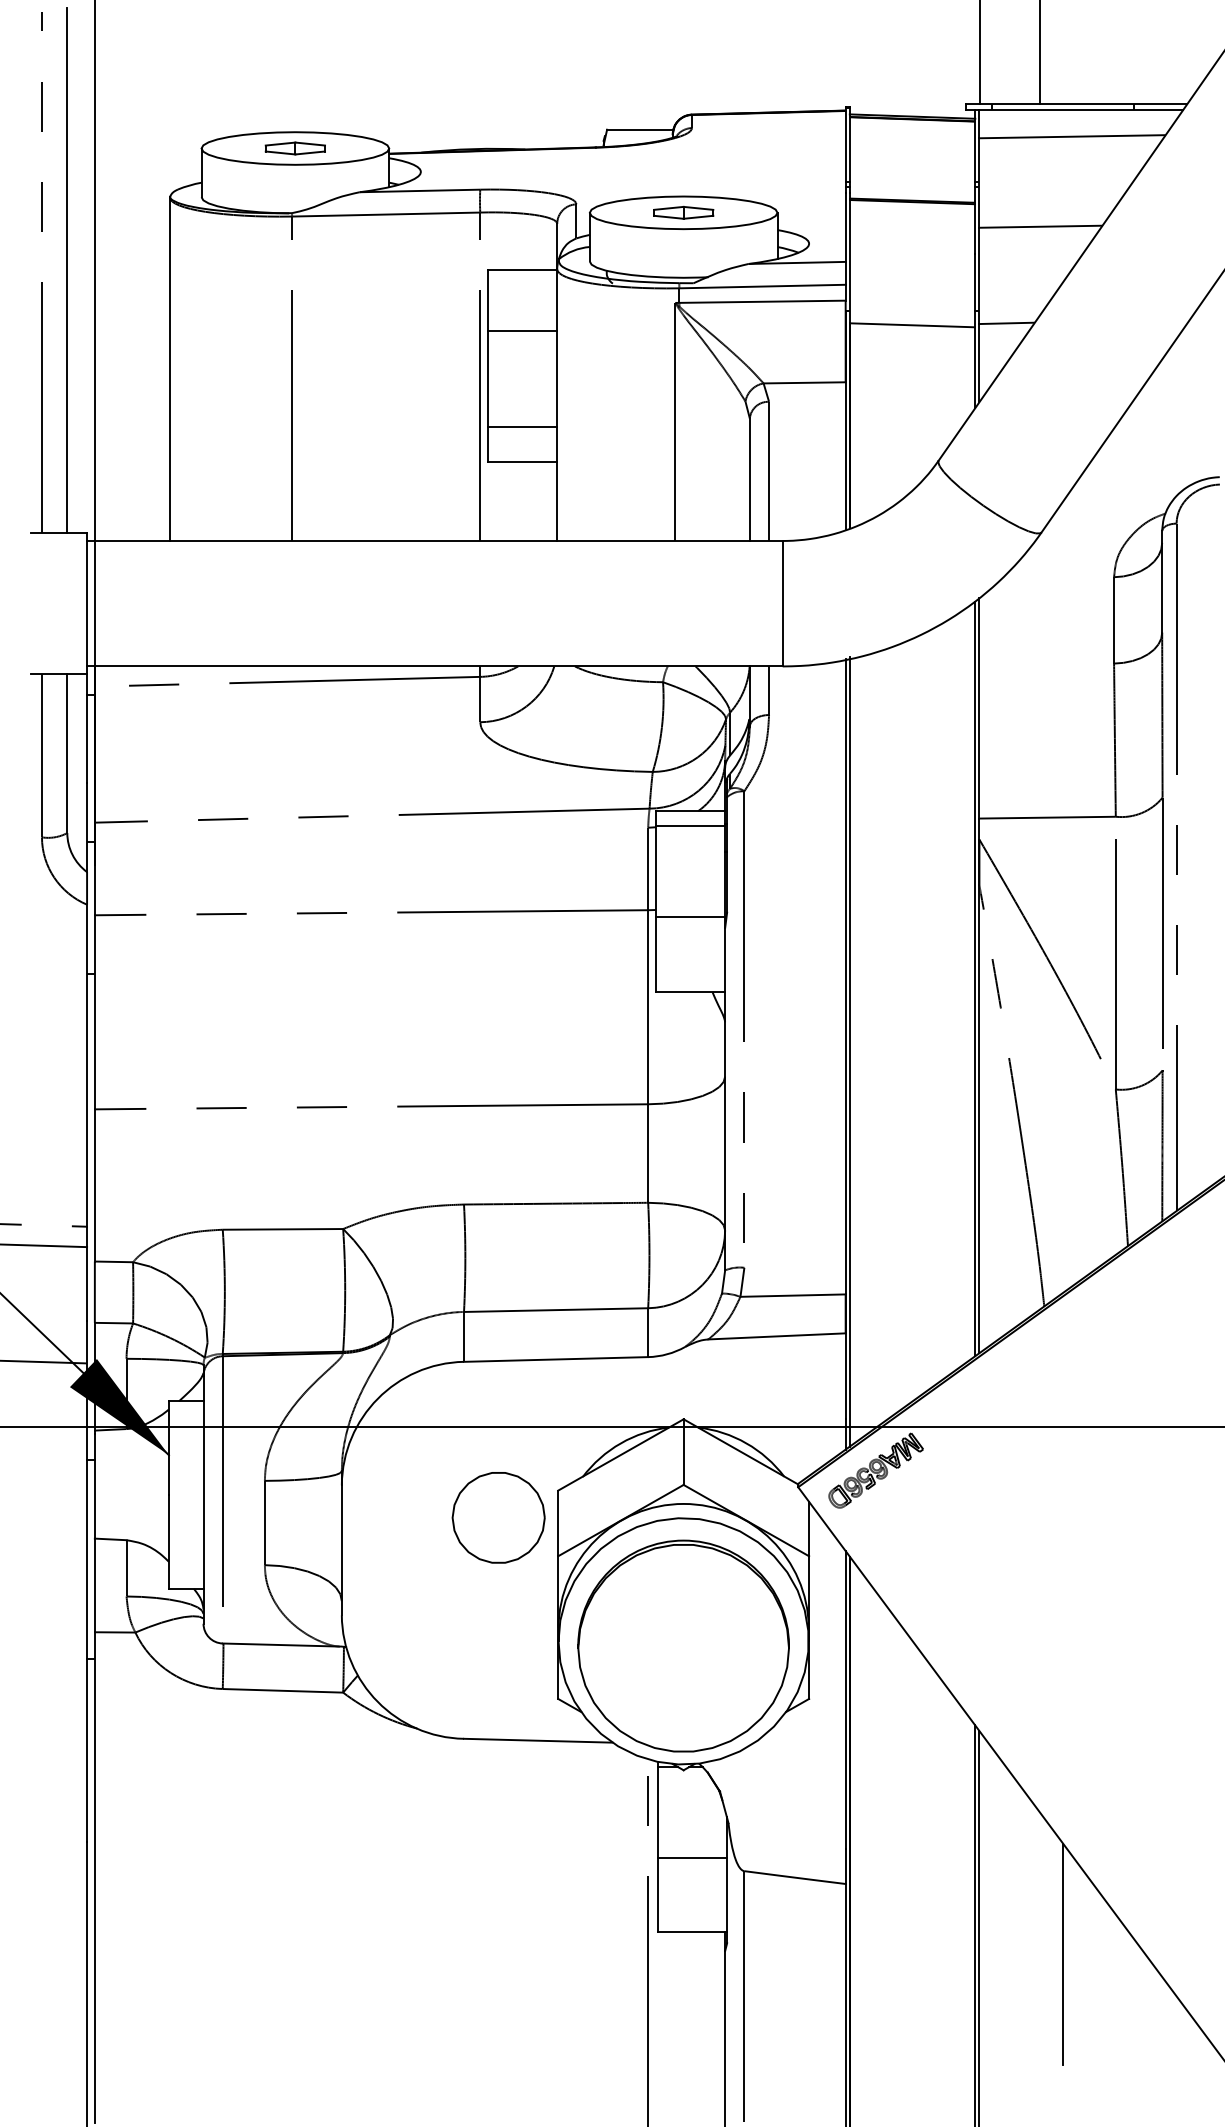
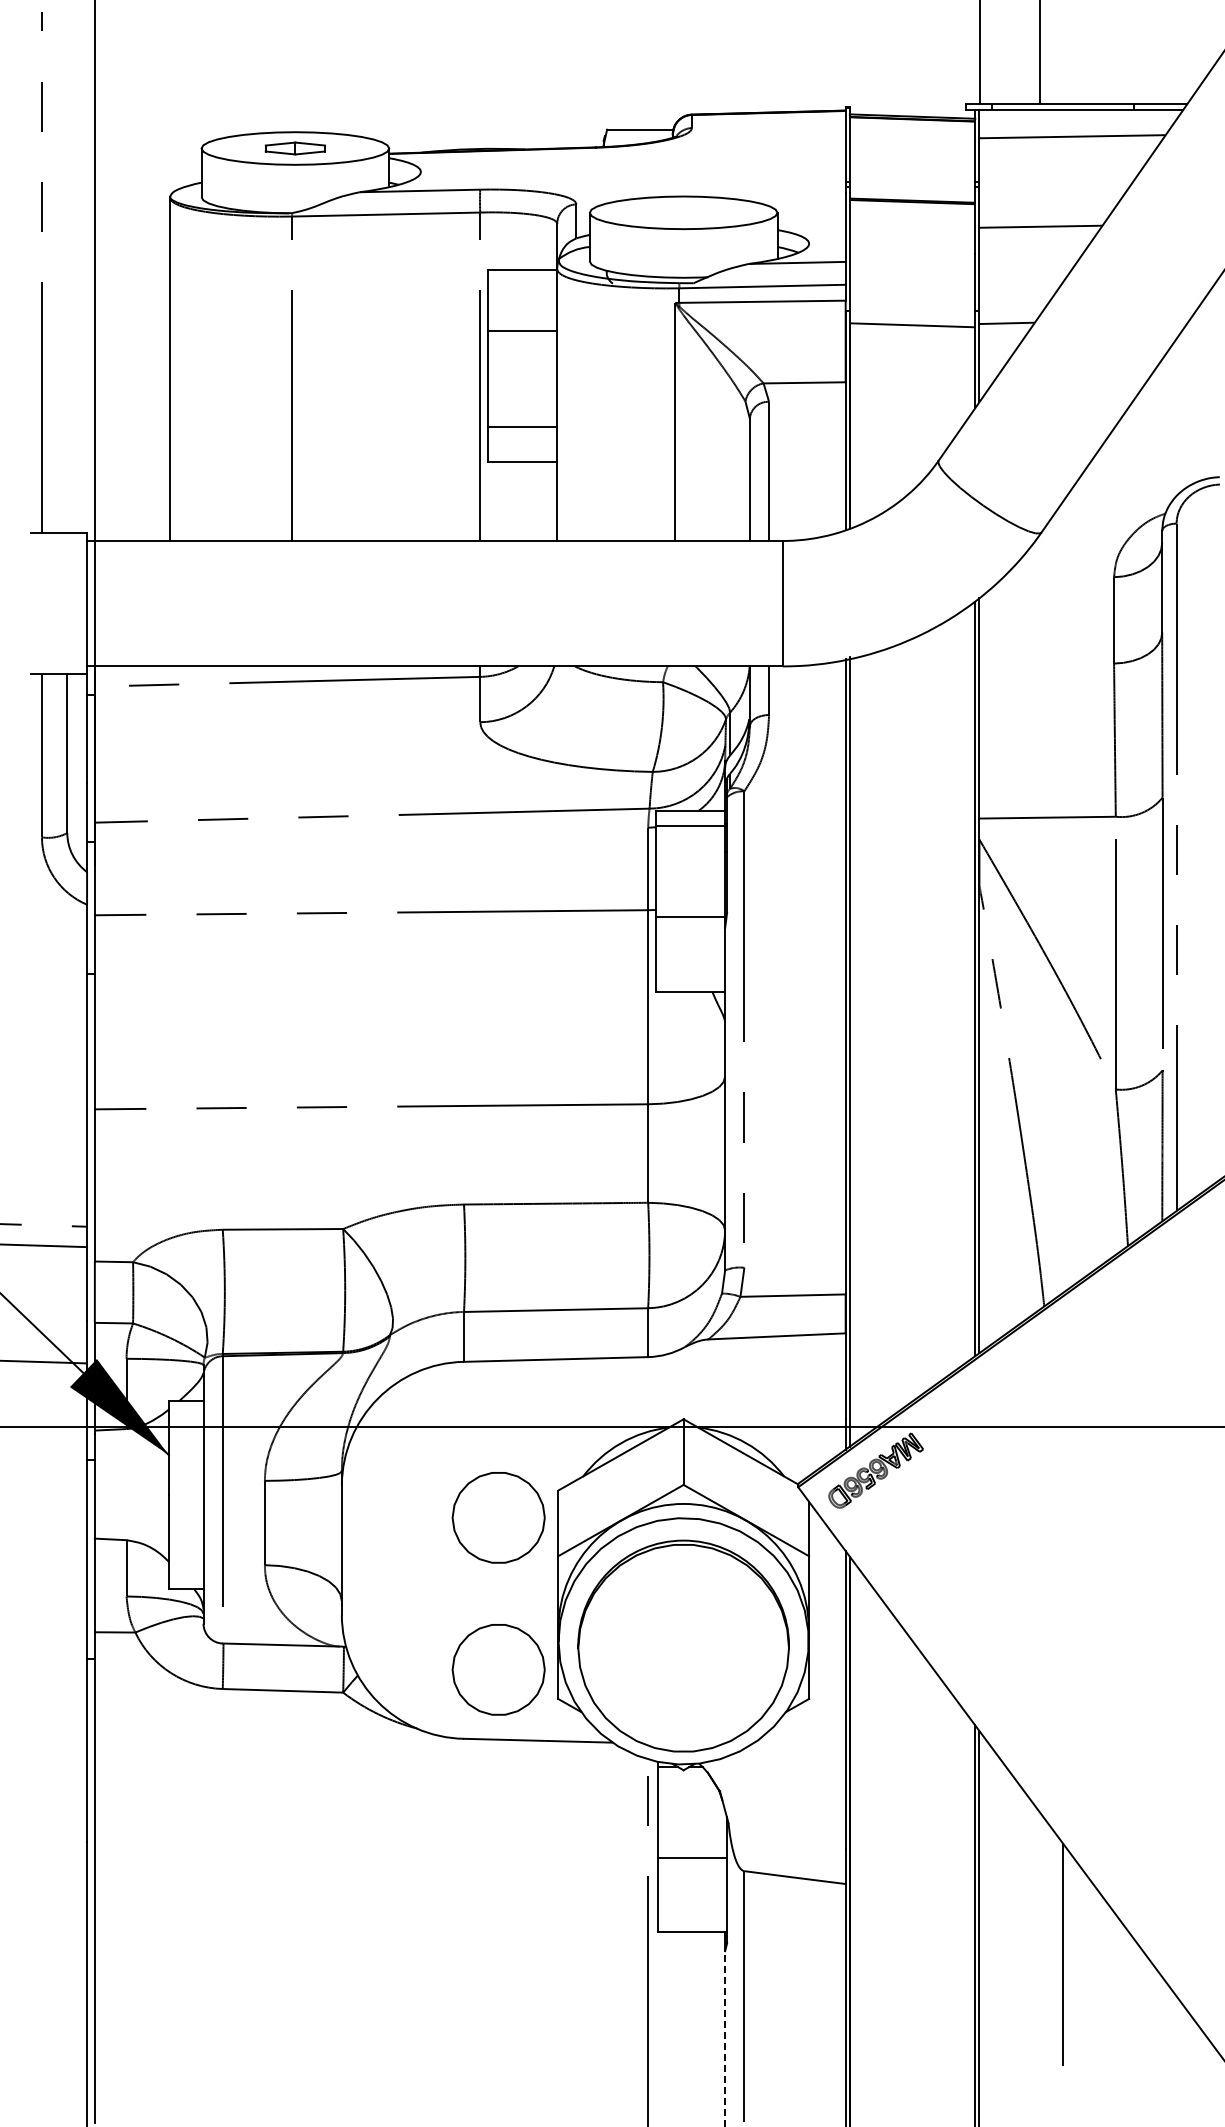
part at (683, 212): present -> none
line at (67, 270): present -> none
part at (498, 1669): none -> present
line at (725, 2039): solid -> dashed
